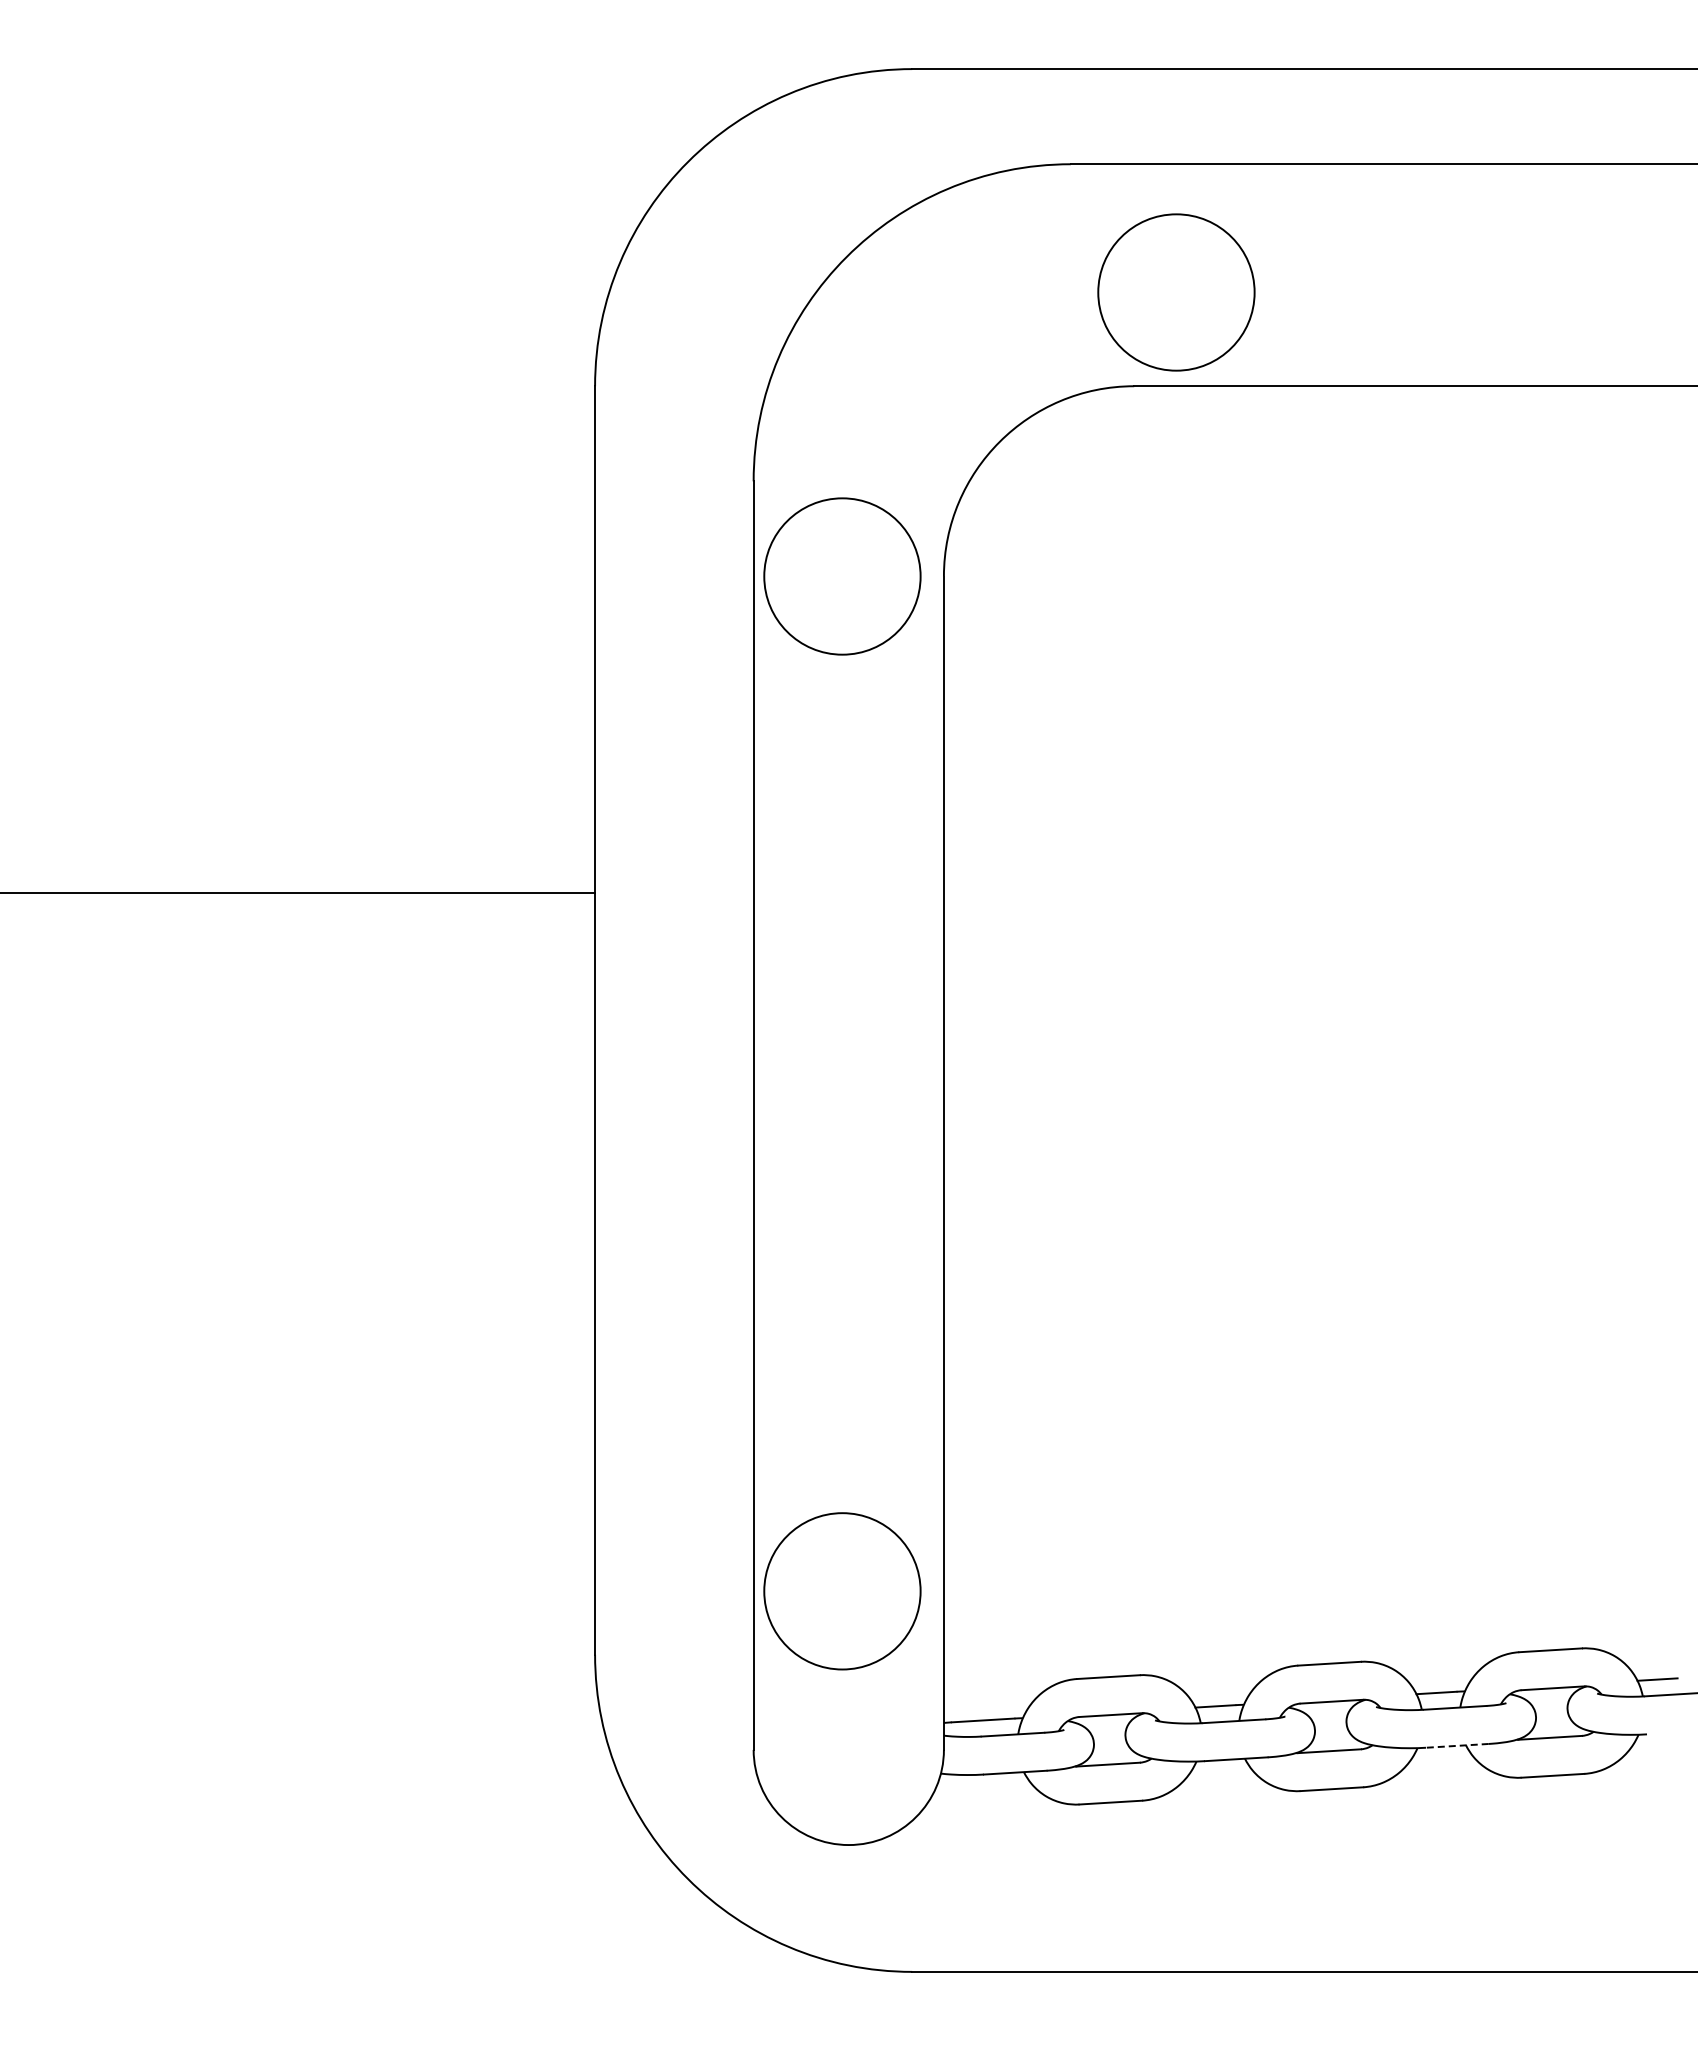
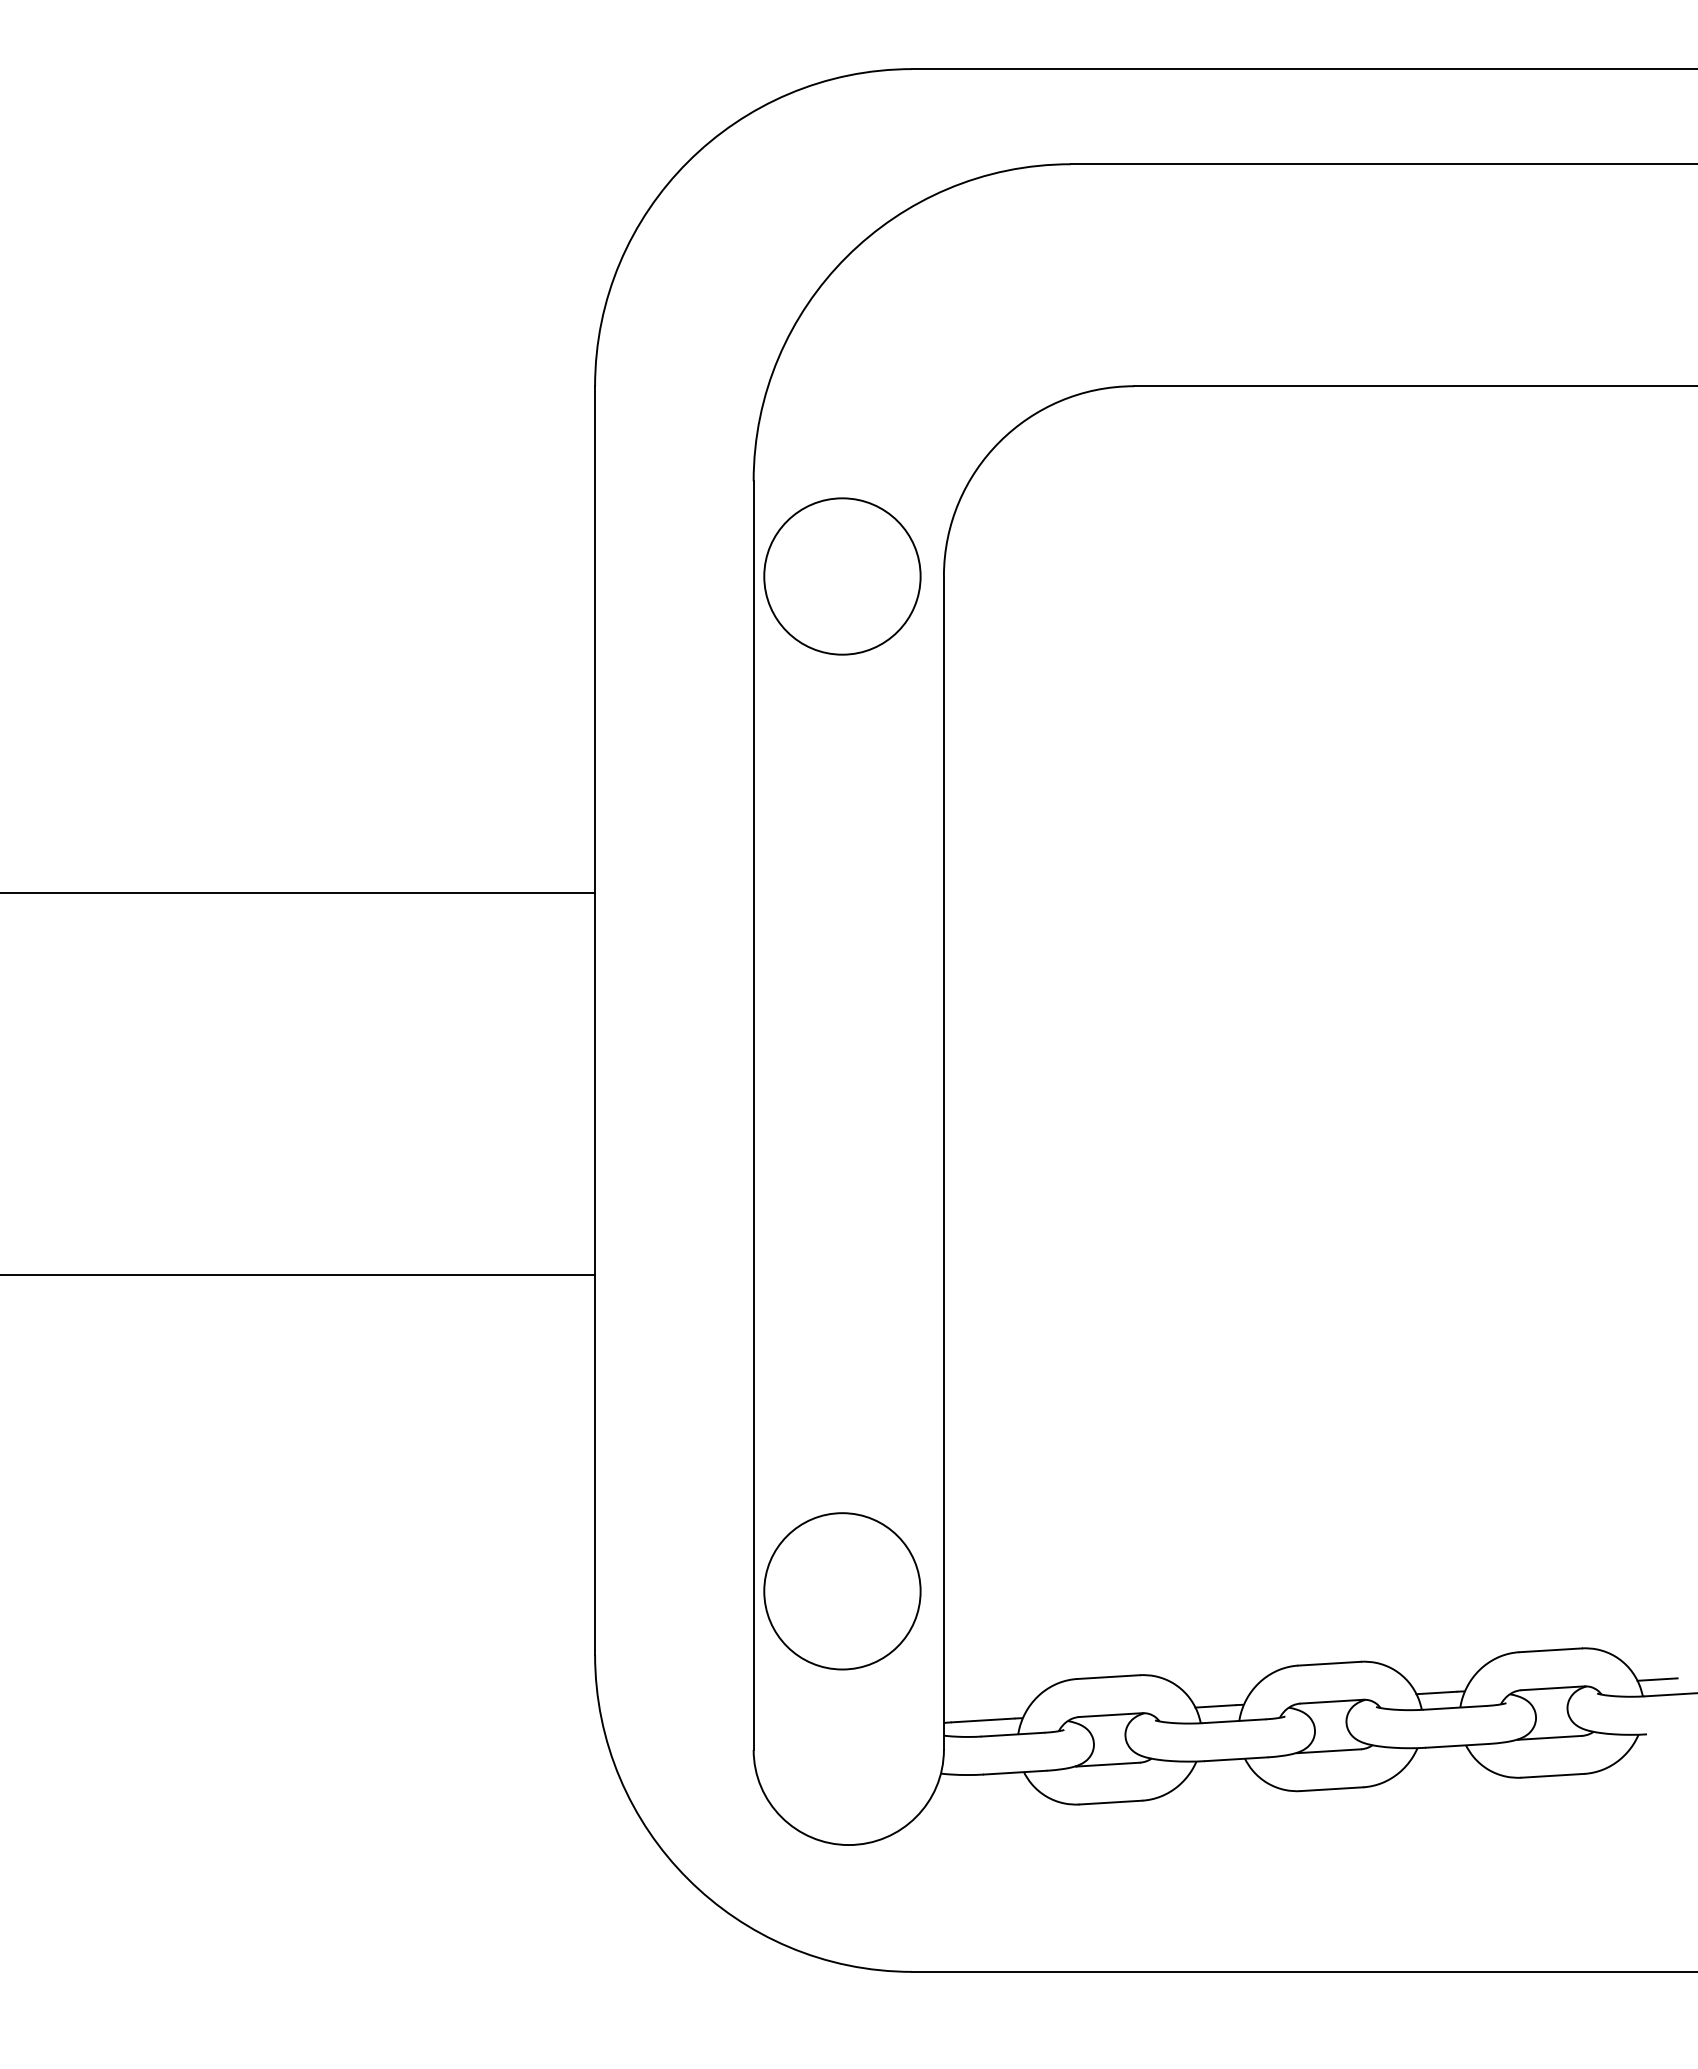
circle at (1176, 292): present -> none
line at (298, 1275): none -> present
line at (1456, 1745): dashed -> solid
